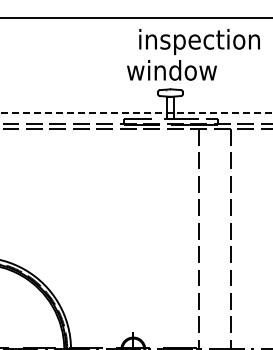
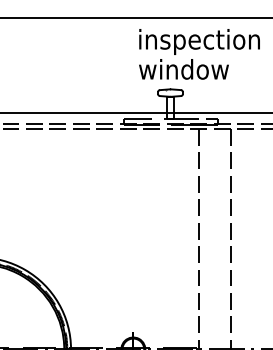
text at (171, 70) position: (171, 70) -> (183, 69)
line at (136, 113): dashed -> solid
